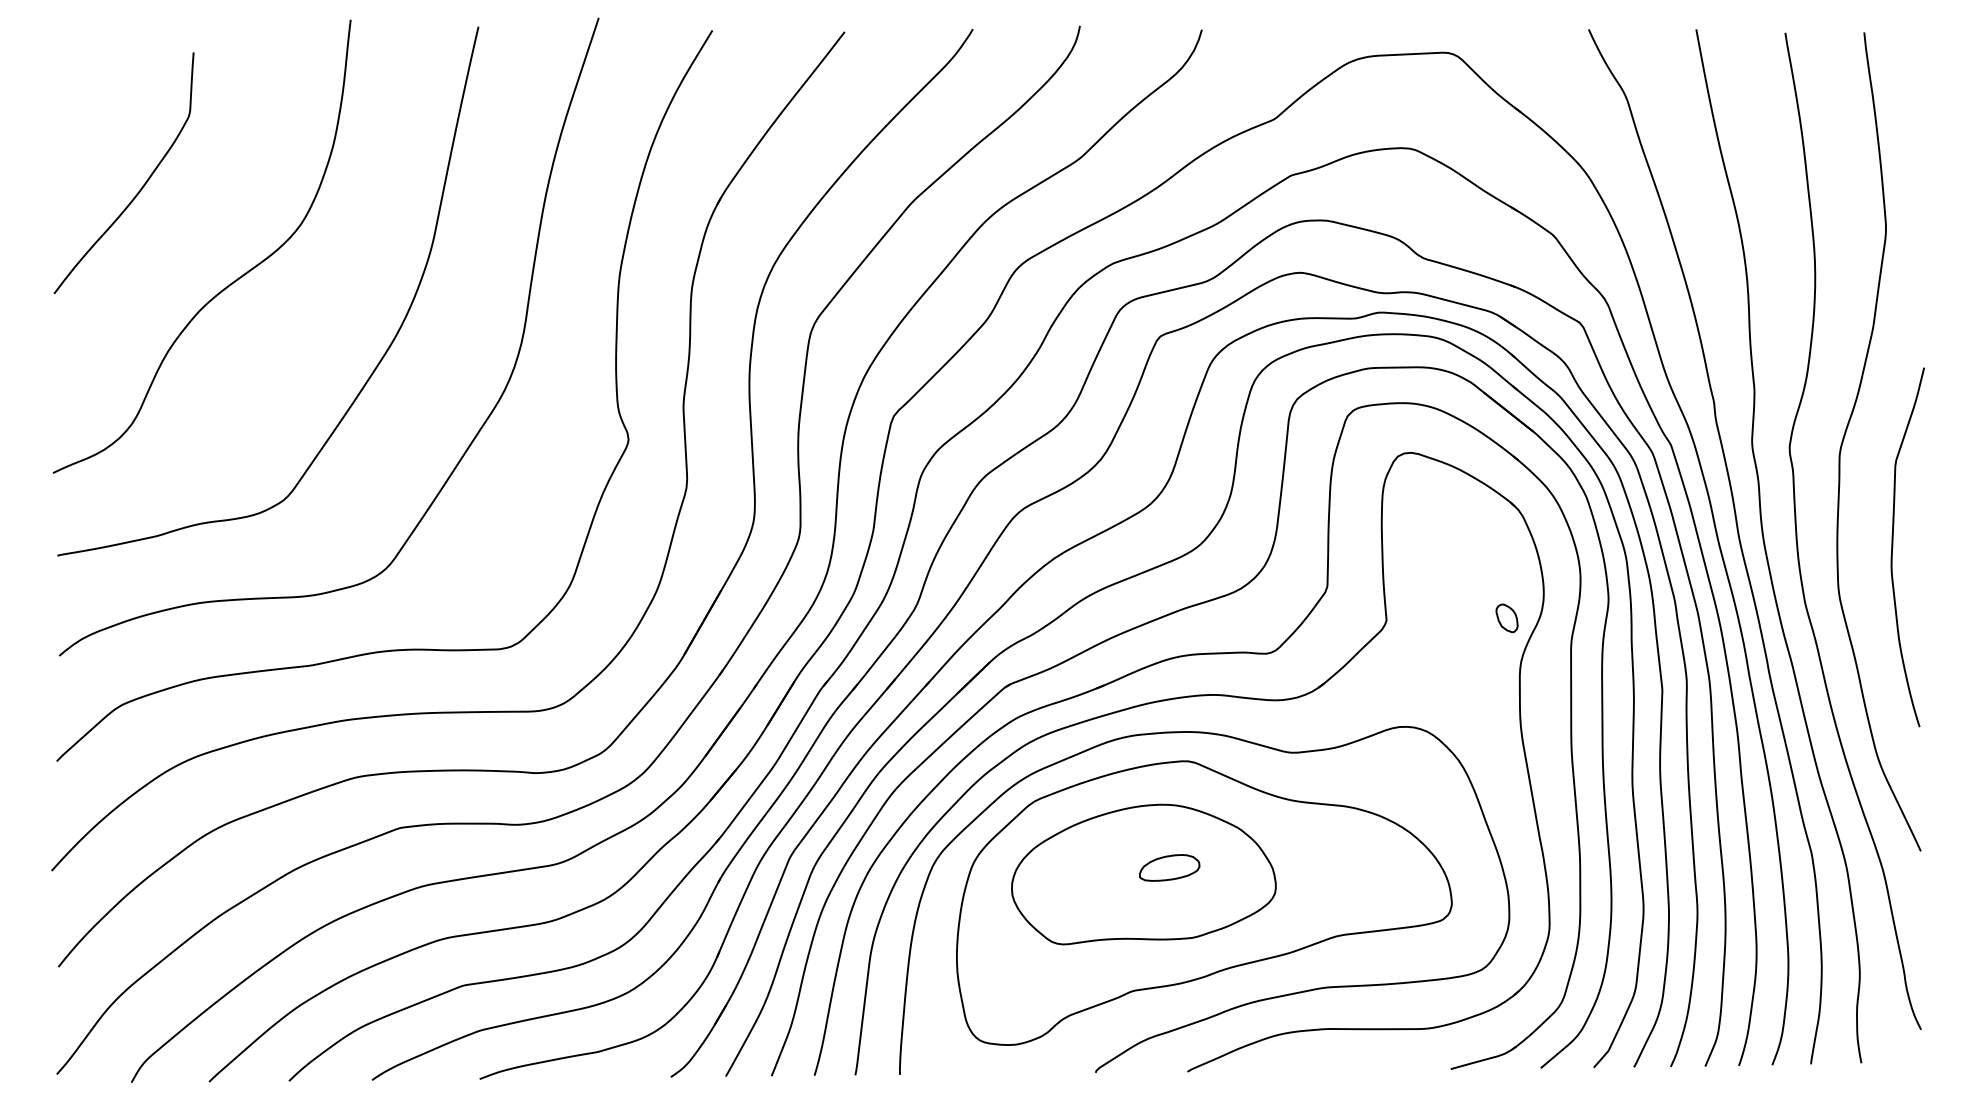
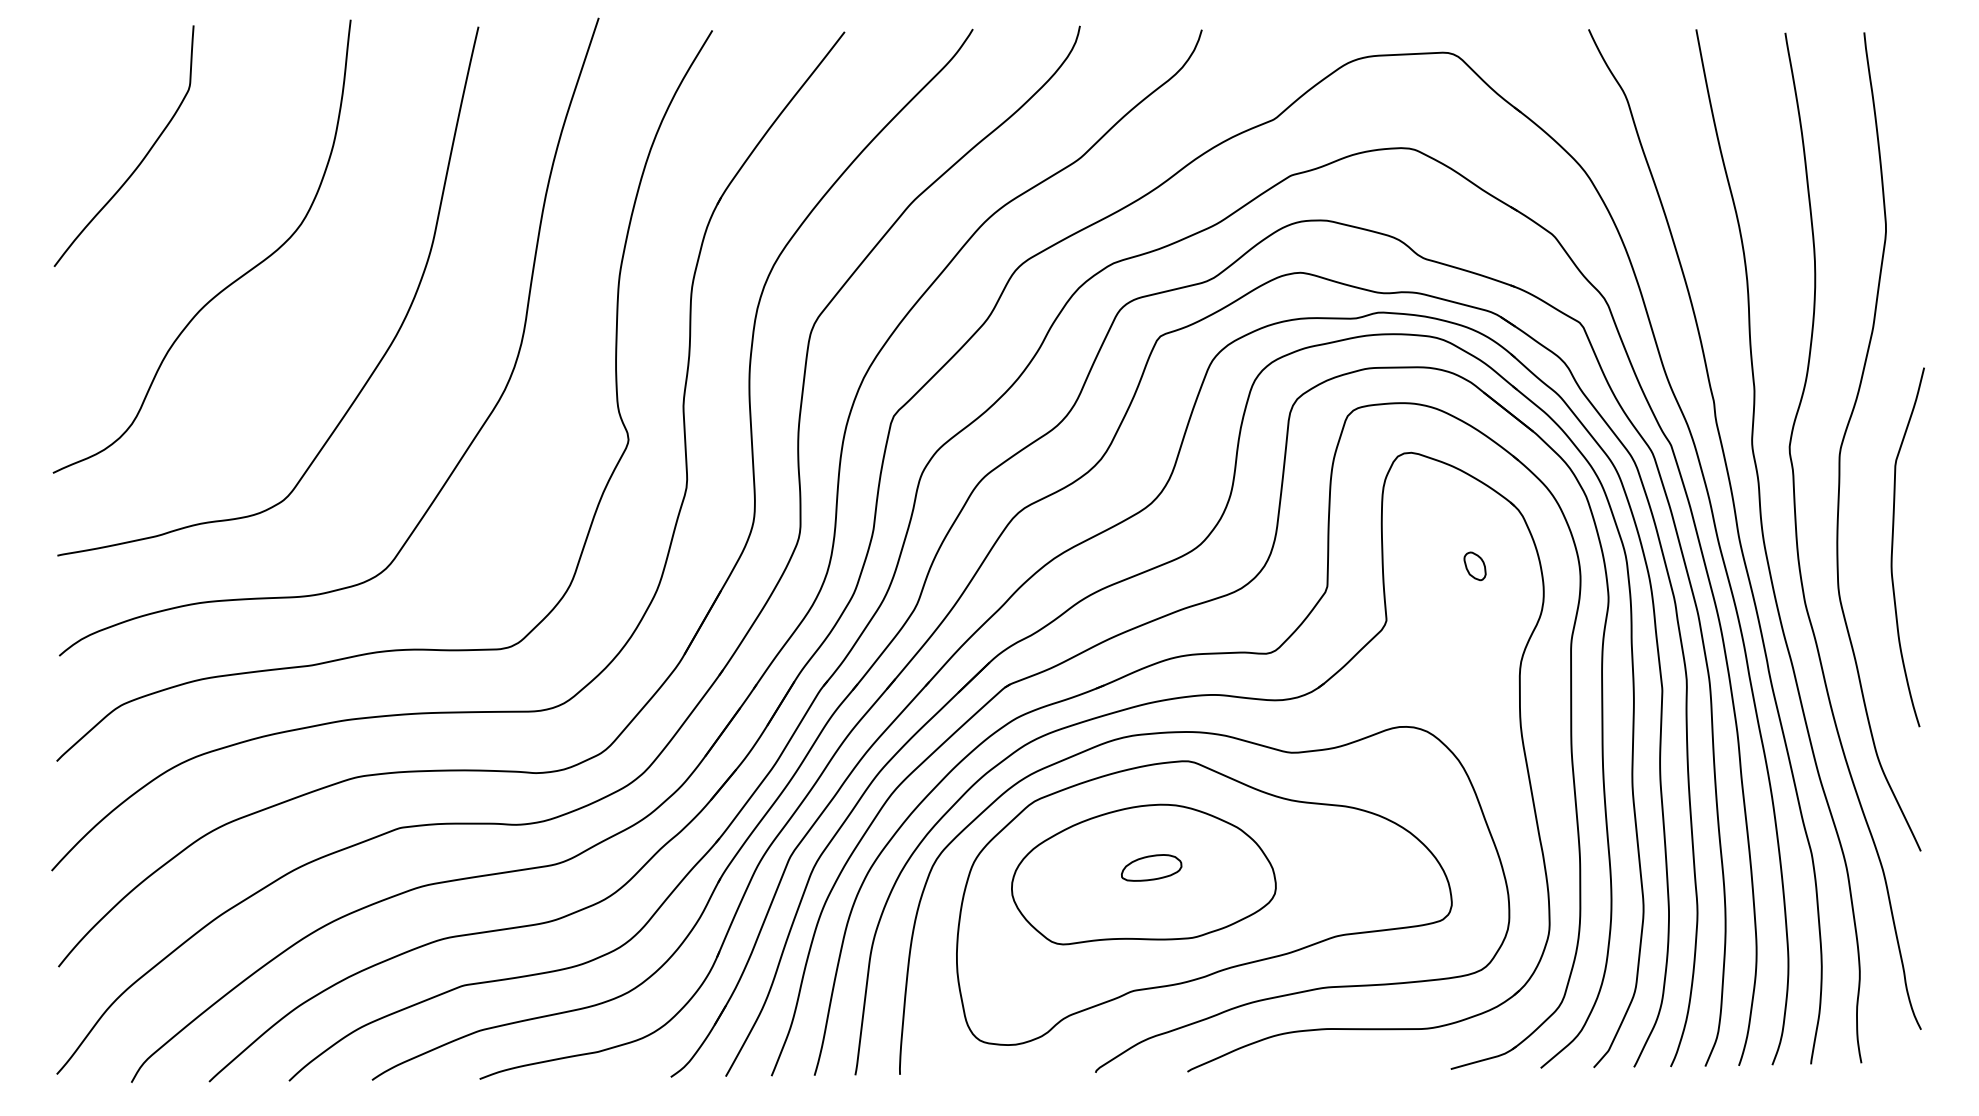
curve at (143, 184) position: (143, 184) -> (143, 157)
part at (1506, 618) position: (1506, 618) -> (1474, 566)
part at (1169, 867) position: (1169, 867) -> (1151, 867)
